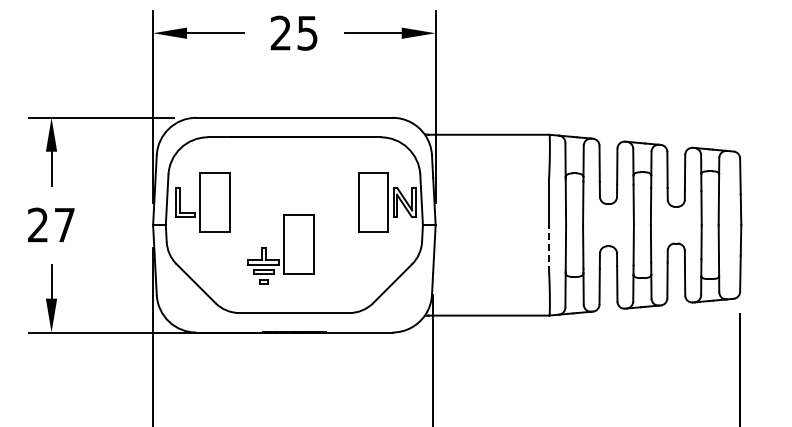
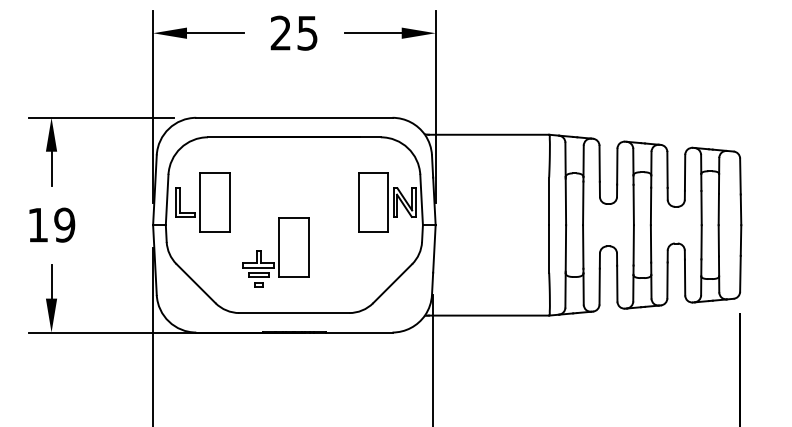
text at (51, 224): 27 -> 19
line at (549, 248): dashed -> solid
part at (280, 249) position: (280, 249) -> (275, 252)
